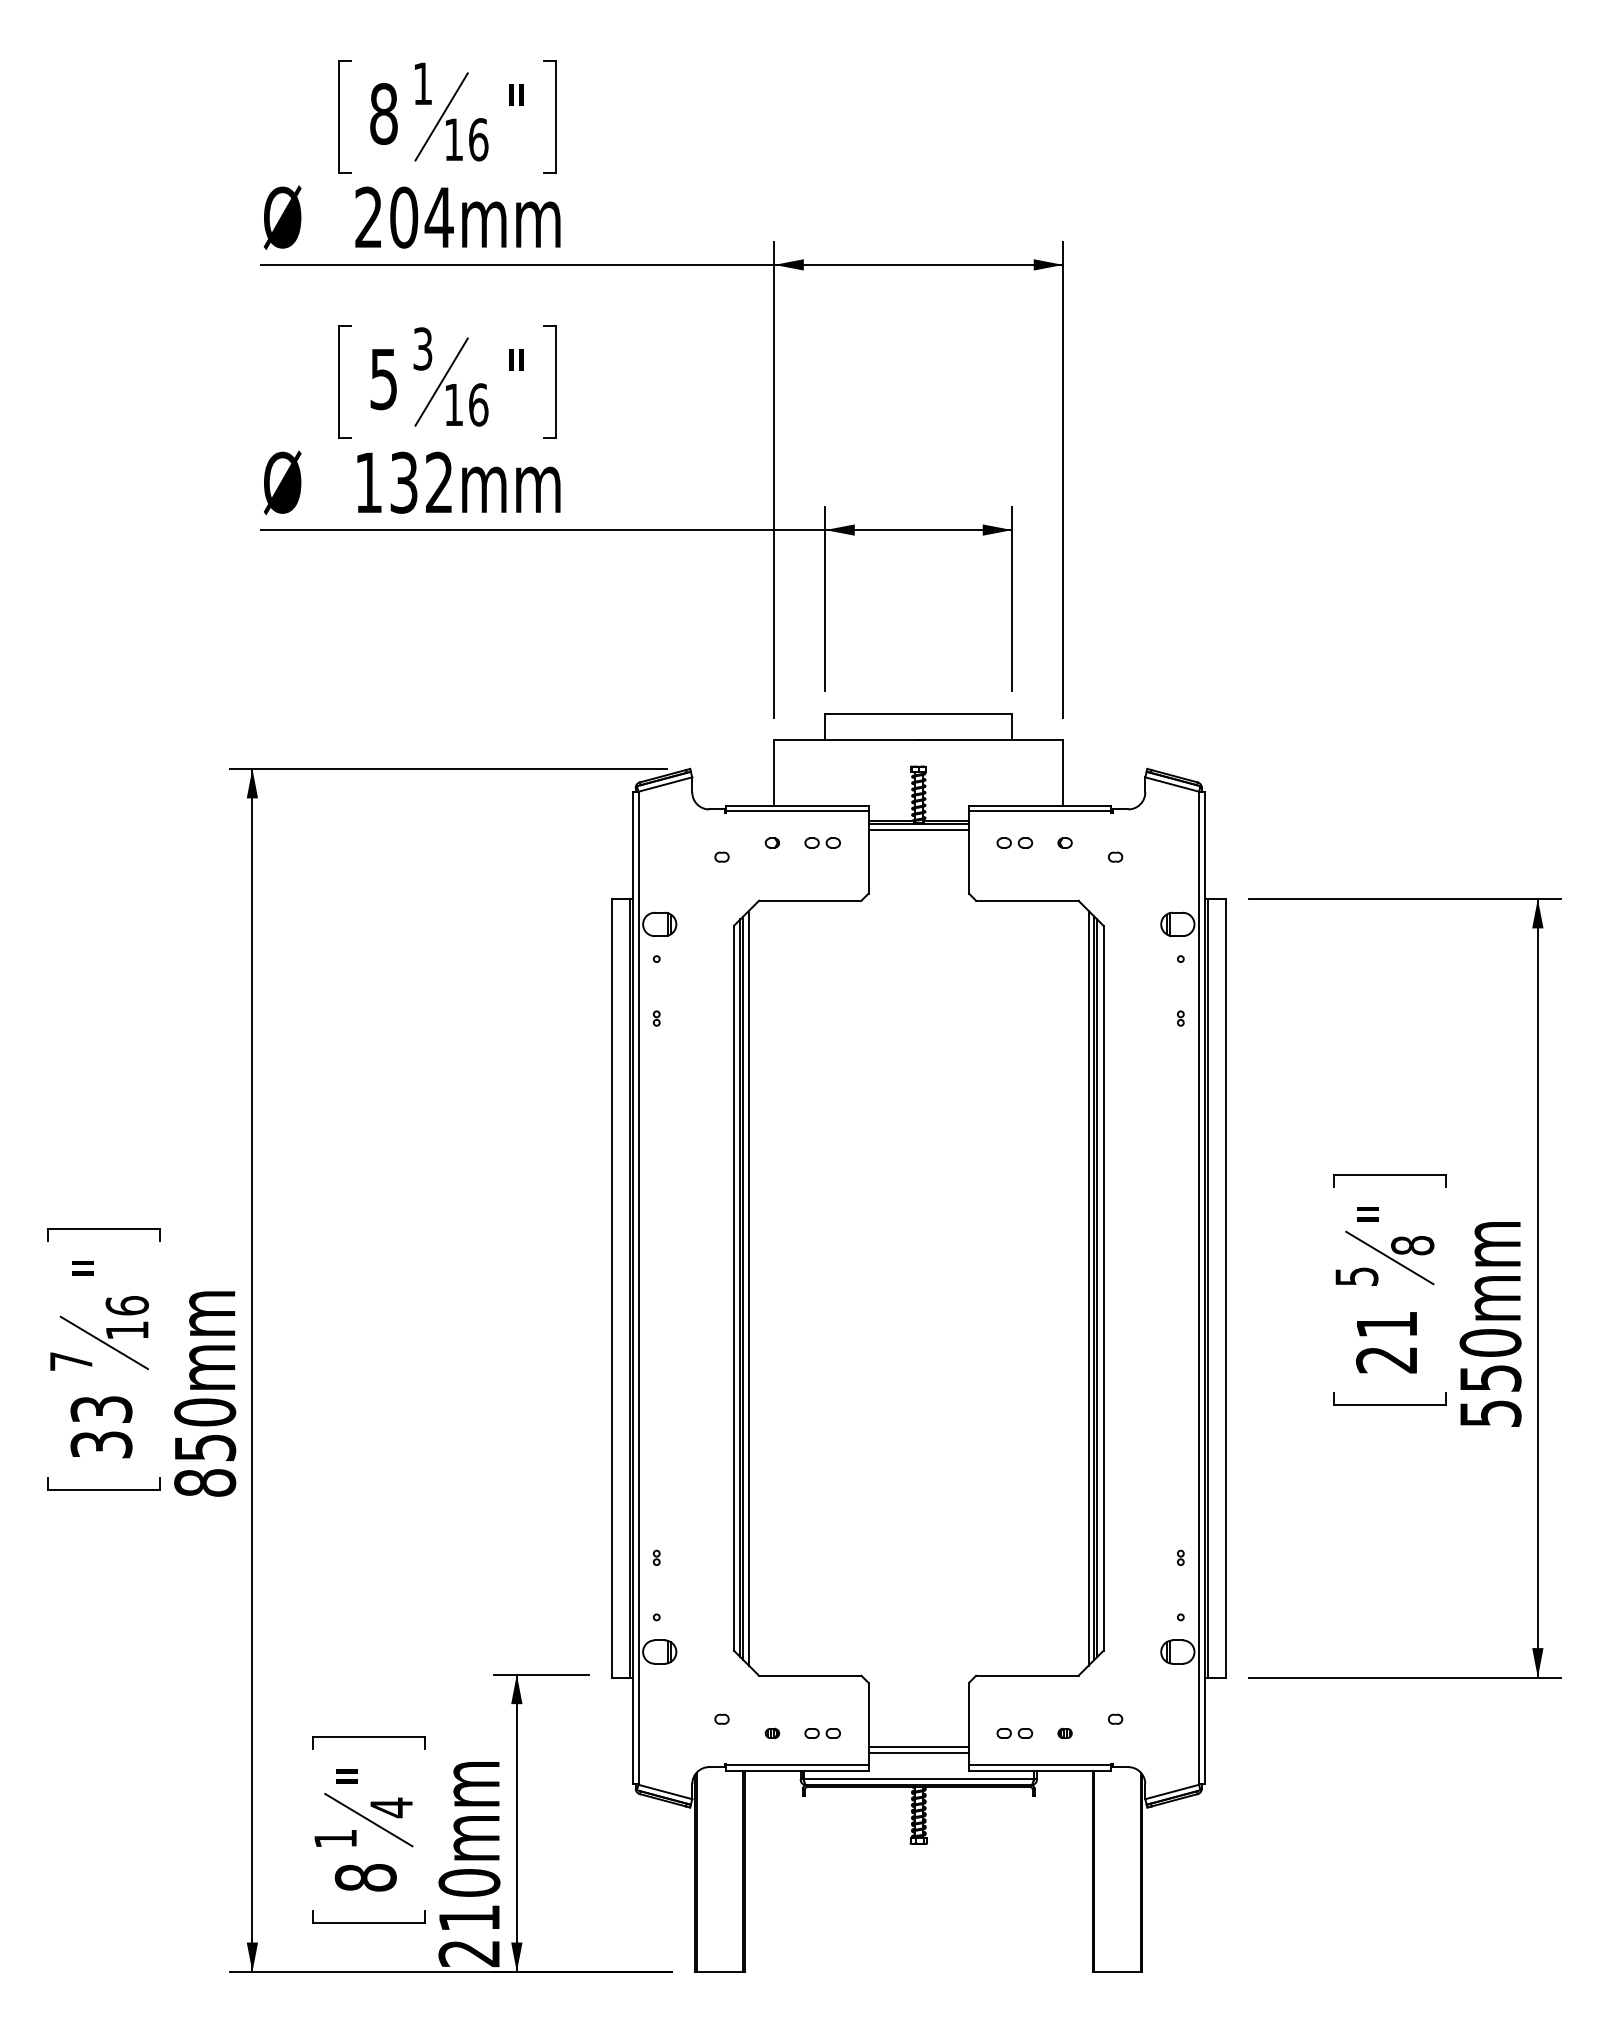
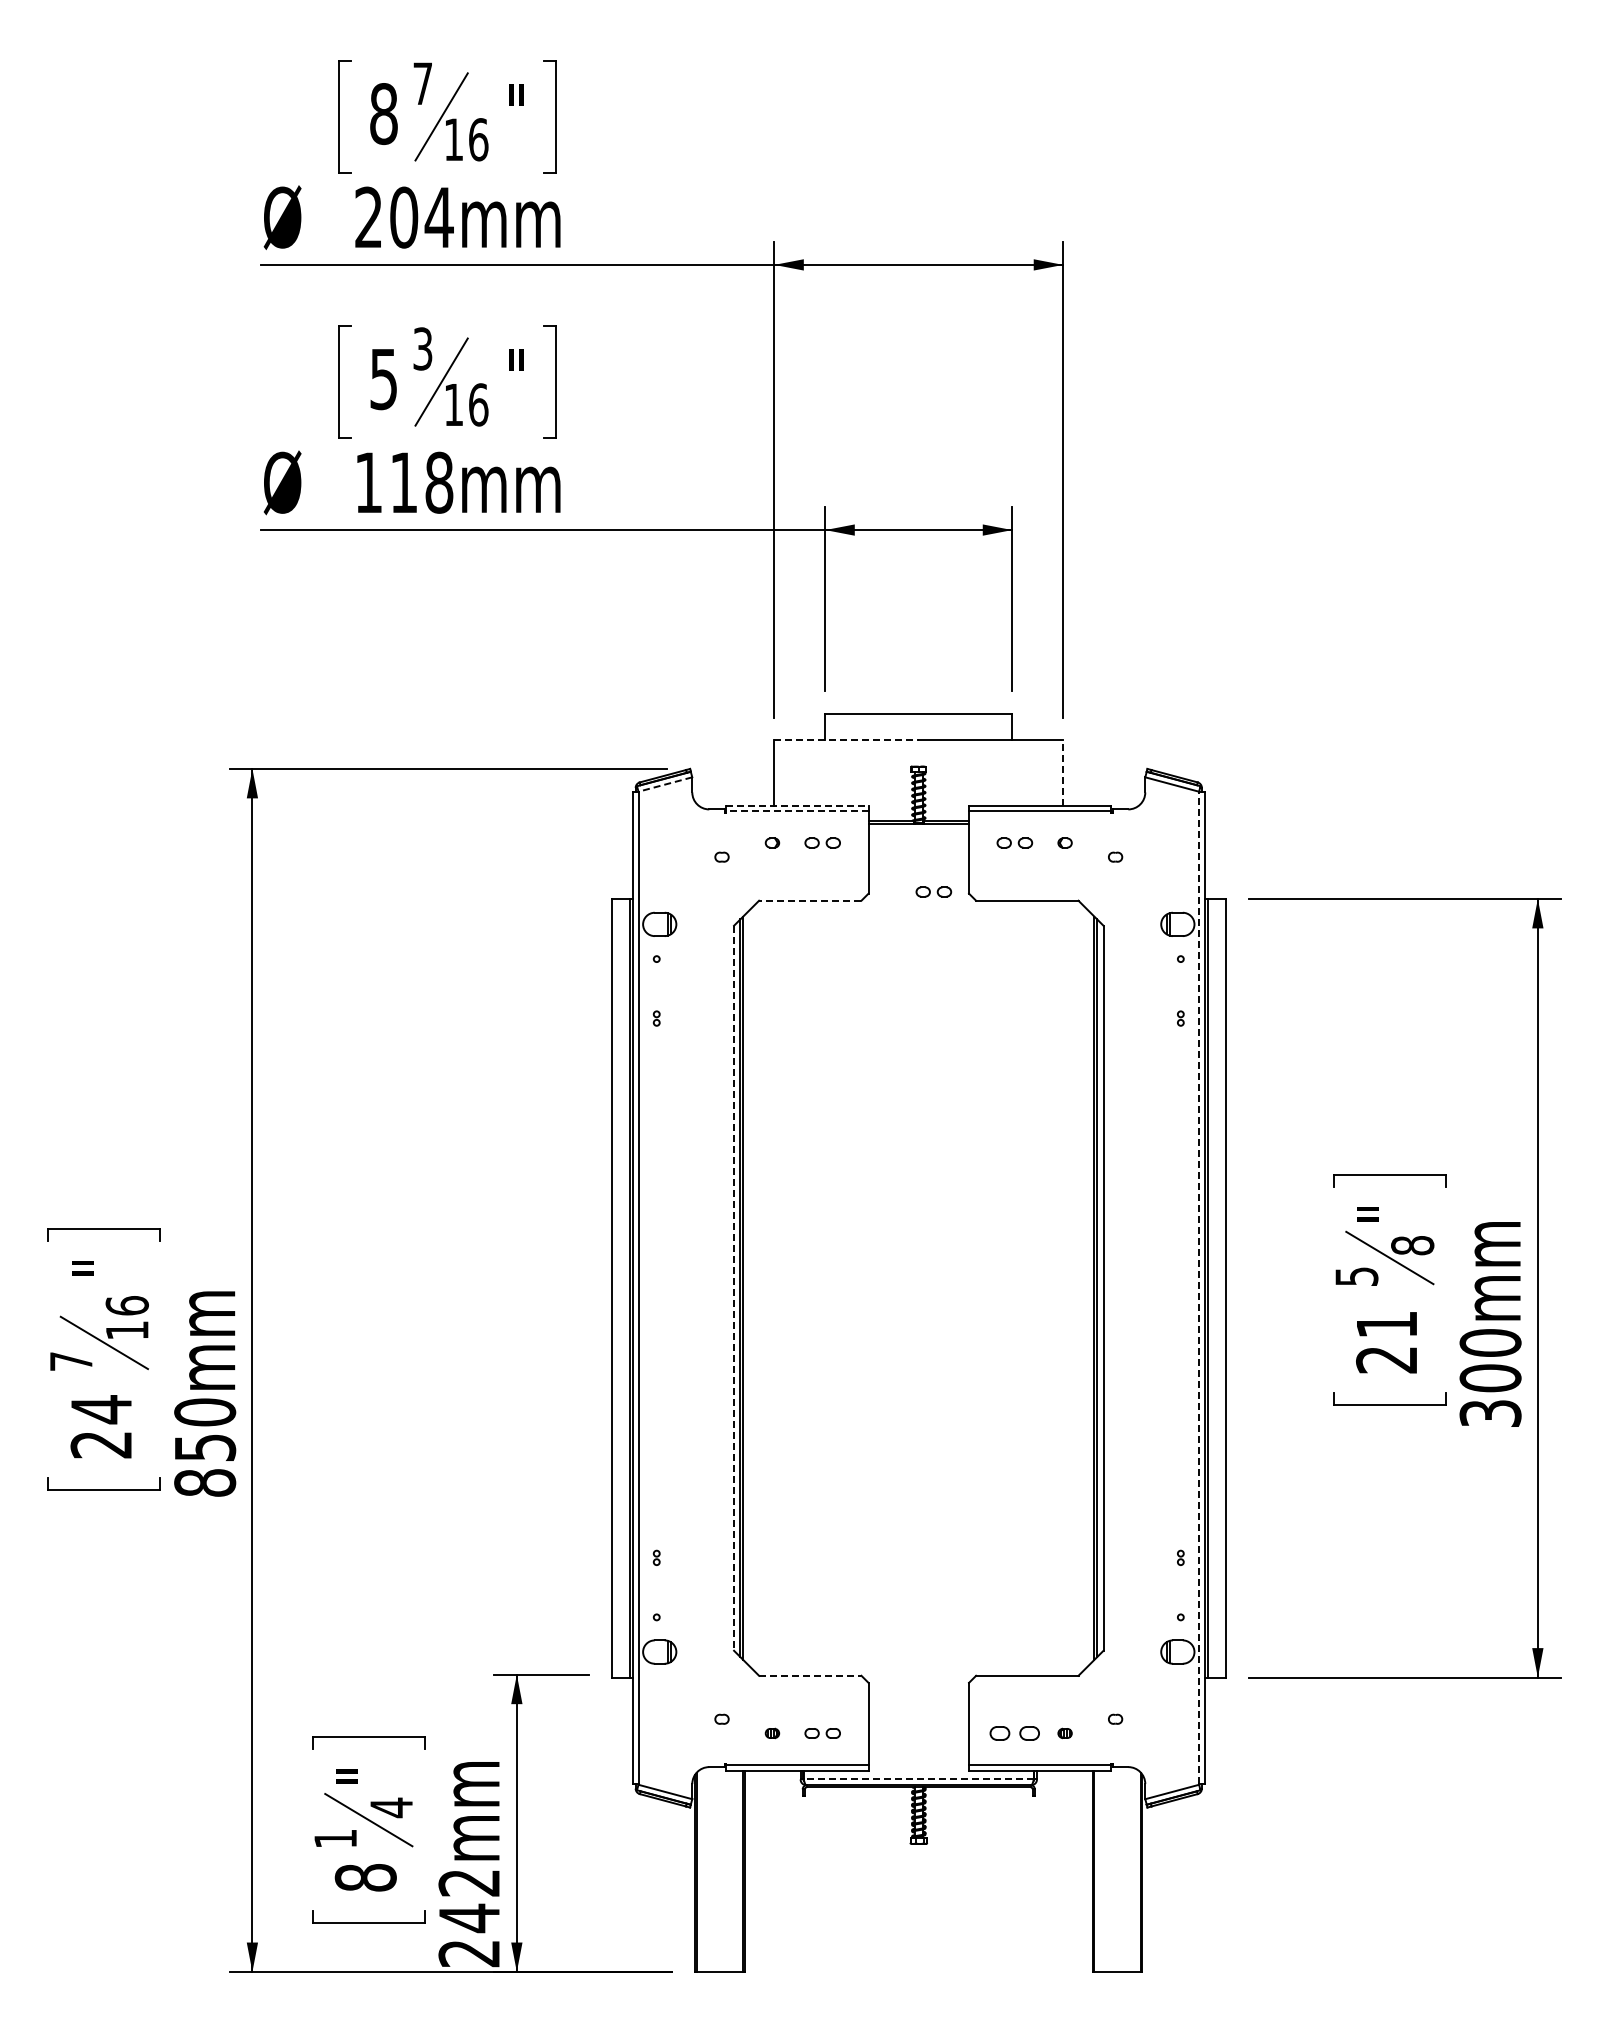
text at (422, 83): 1 -> 7
text at (421, 482): 132mm -> 118mm
line at (847, 740): solid -> dashed
line at (1063, 772): solid -> dashed
line at (665, 784): solid -> dashed
line at (797, 805): solid -> dashed
line at (796, 811): solid -> dashed
line at (918, 829): present -> none
part at (933, 891): none -> present
line at (809, 900): solid -> dashed
line at (748, 1287): present -> none
line at (1088, 1287): present -> none
line at (734, 1288): solid -> dashed
line at (1199, 1288): solid -> dashed
text at (1490, 1395): 550mm -> 300mm
text at (101, 1426): 33 -> 24
line at (810, 1675): solid -> dashed
part at (1014, 1733) size: 38x11 px -> 51x15 px
line at (918, 1746): present -> none
line at (918, 1752): present -> none
line at (918, 1779): solid -> dashed
text at (469, 1901): 210mm -> 242mm
